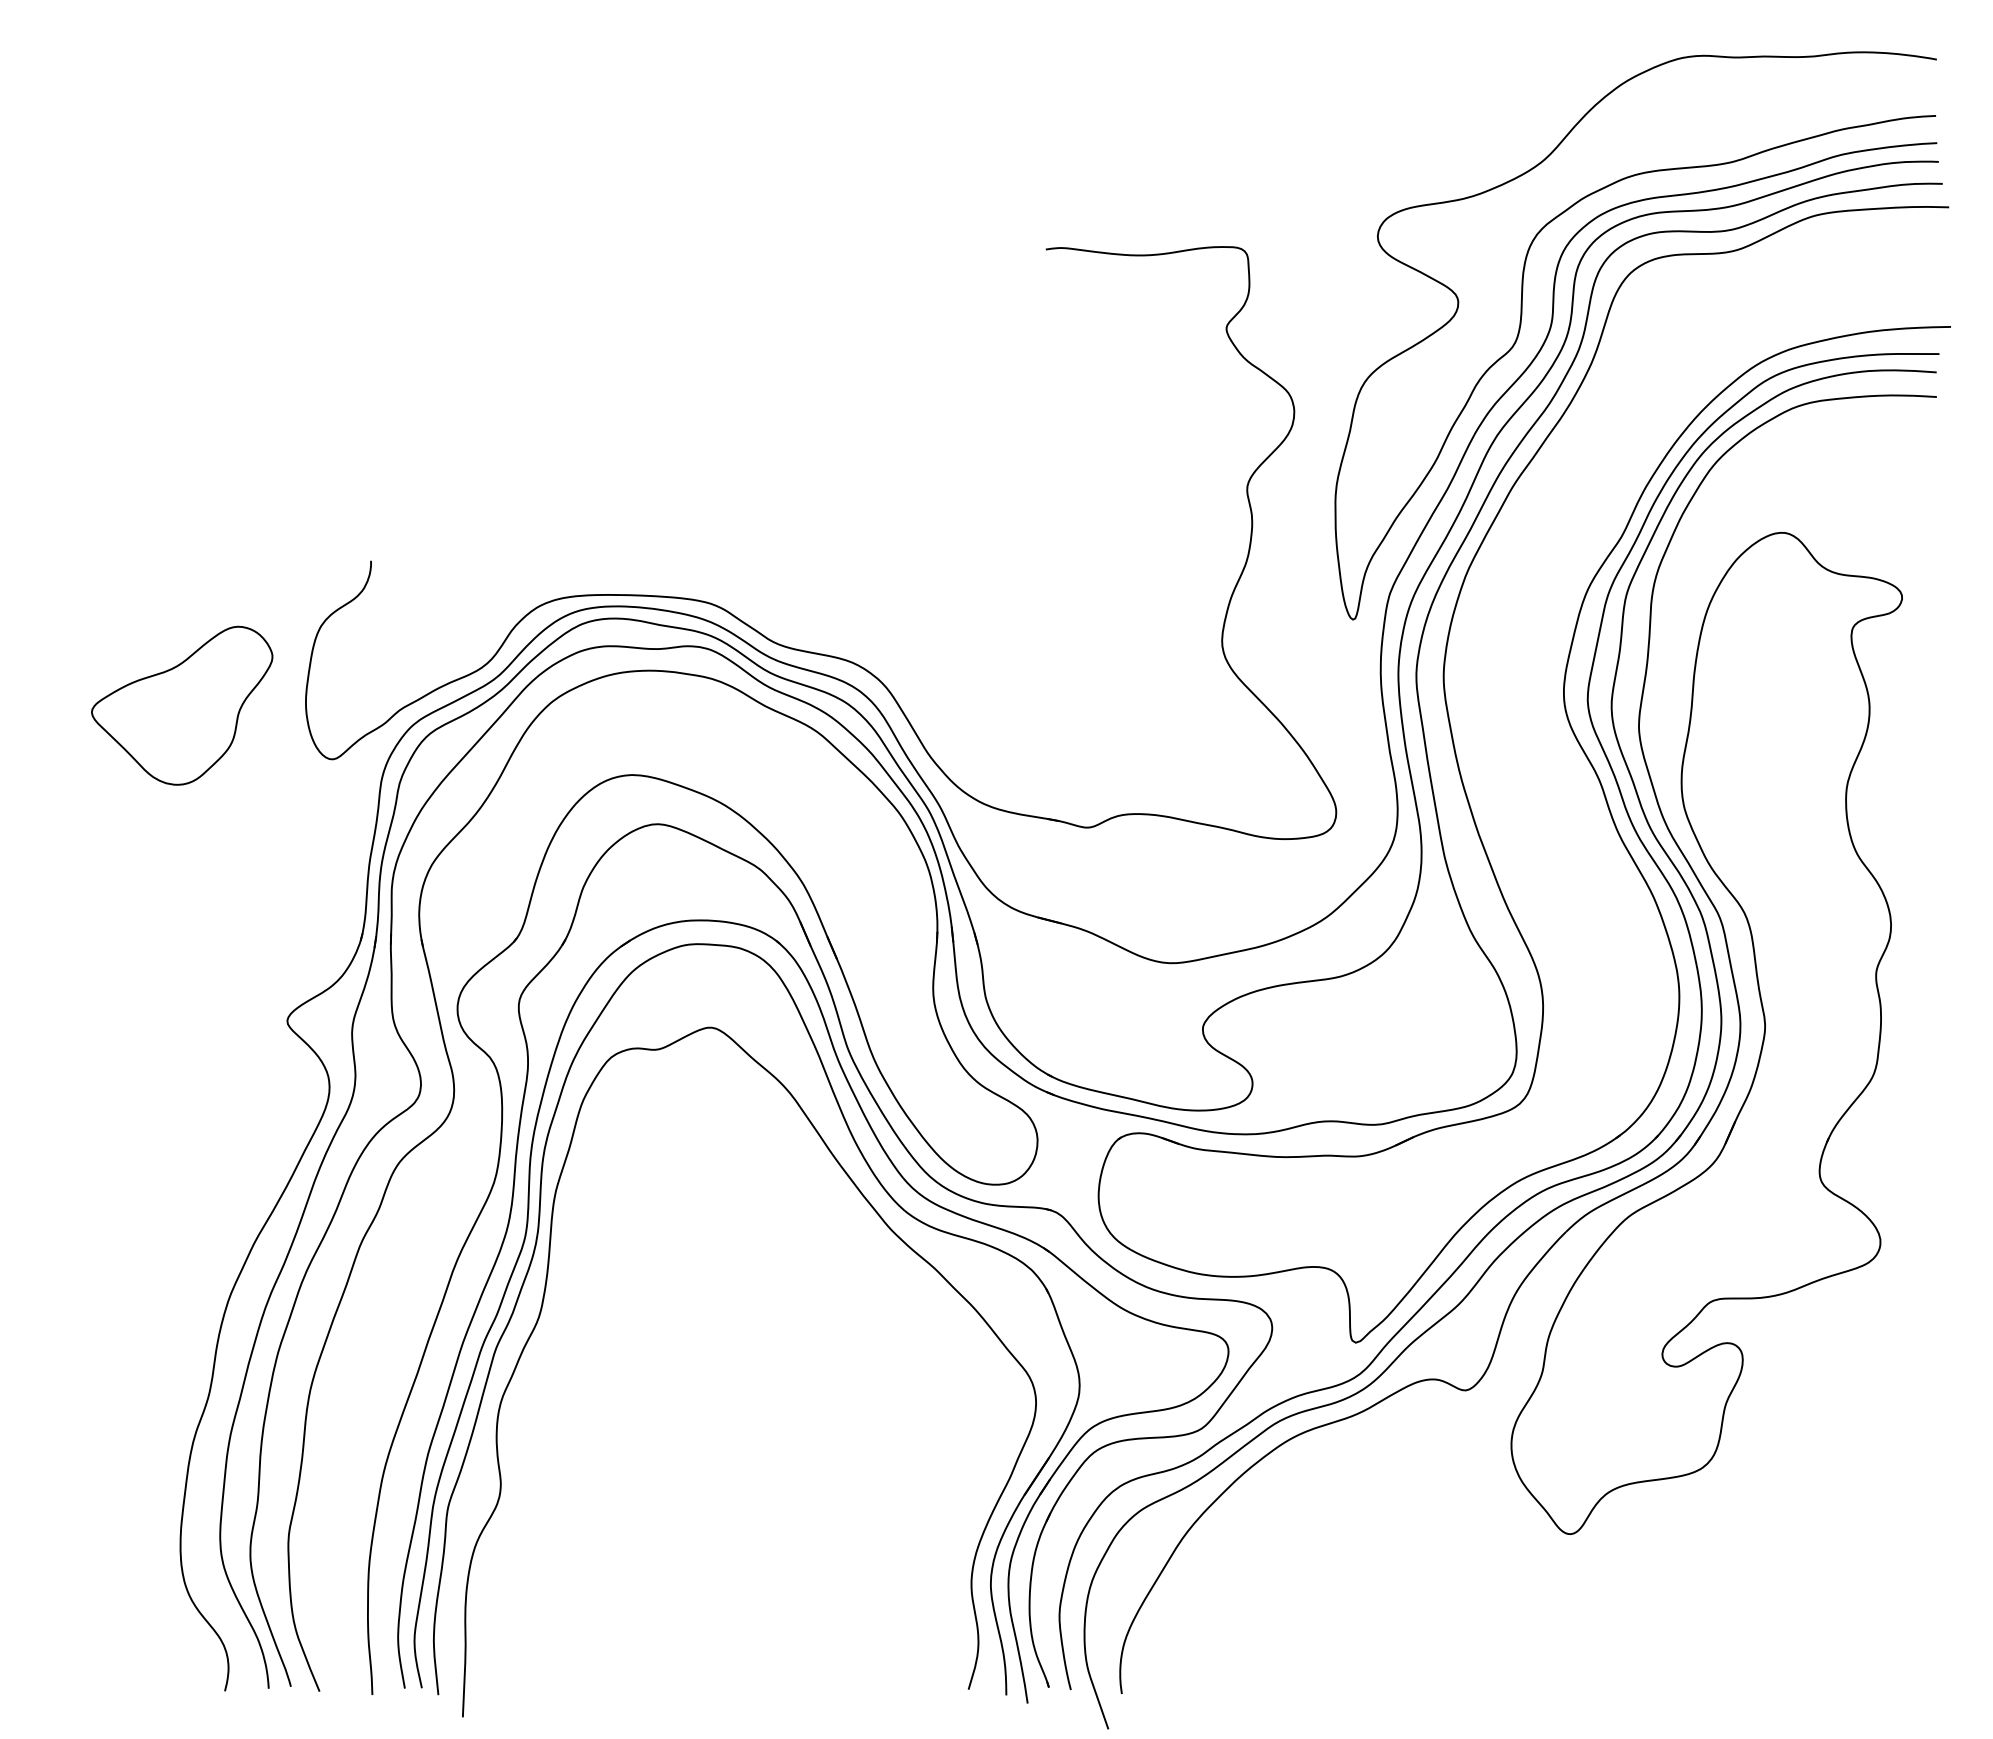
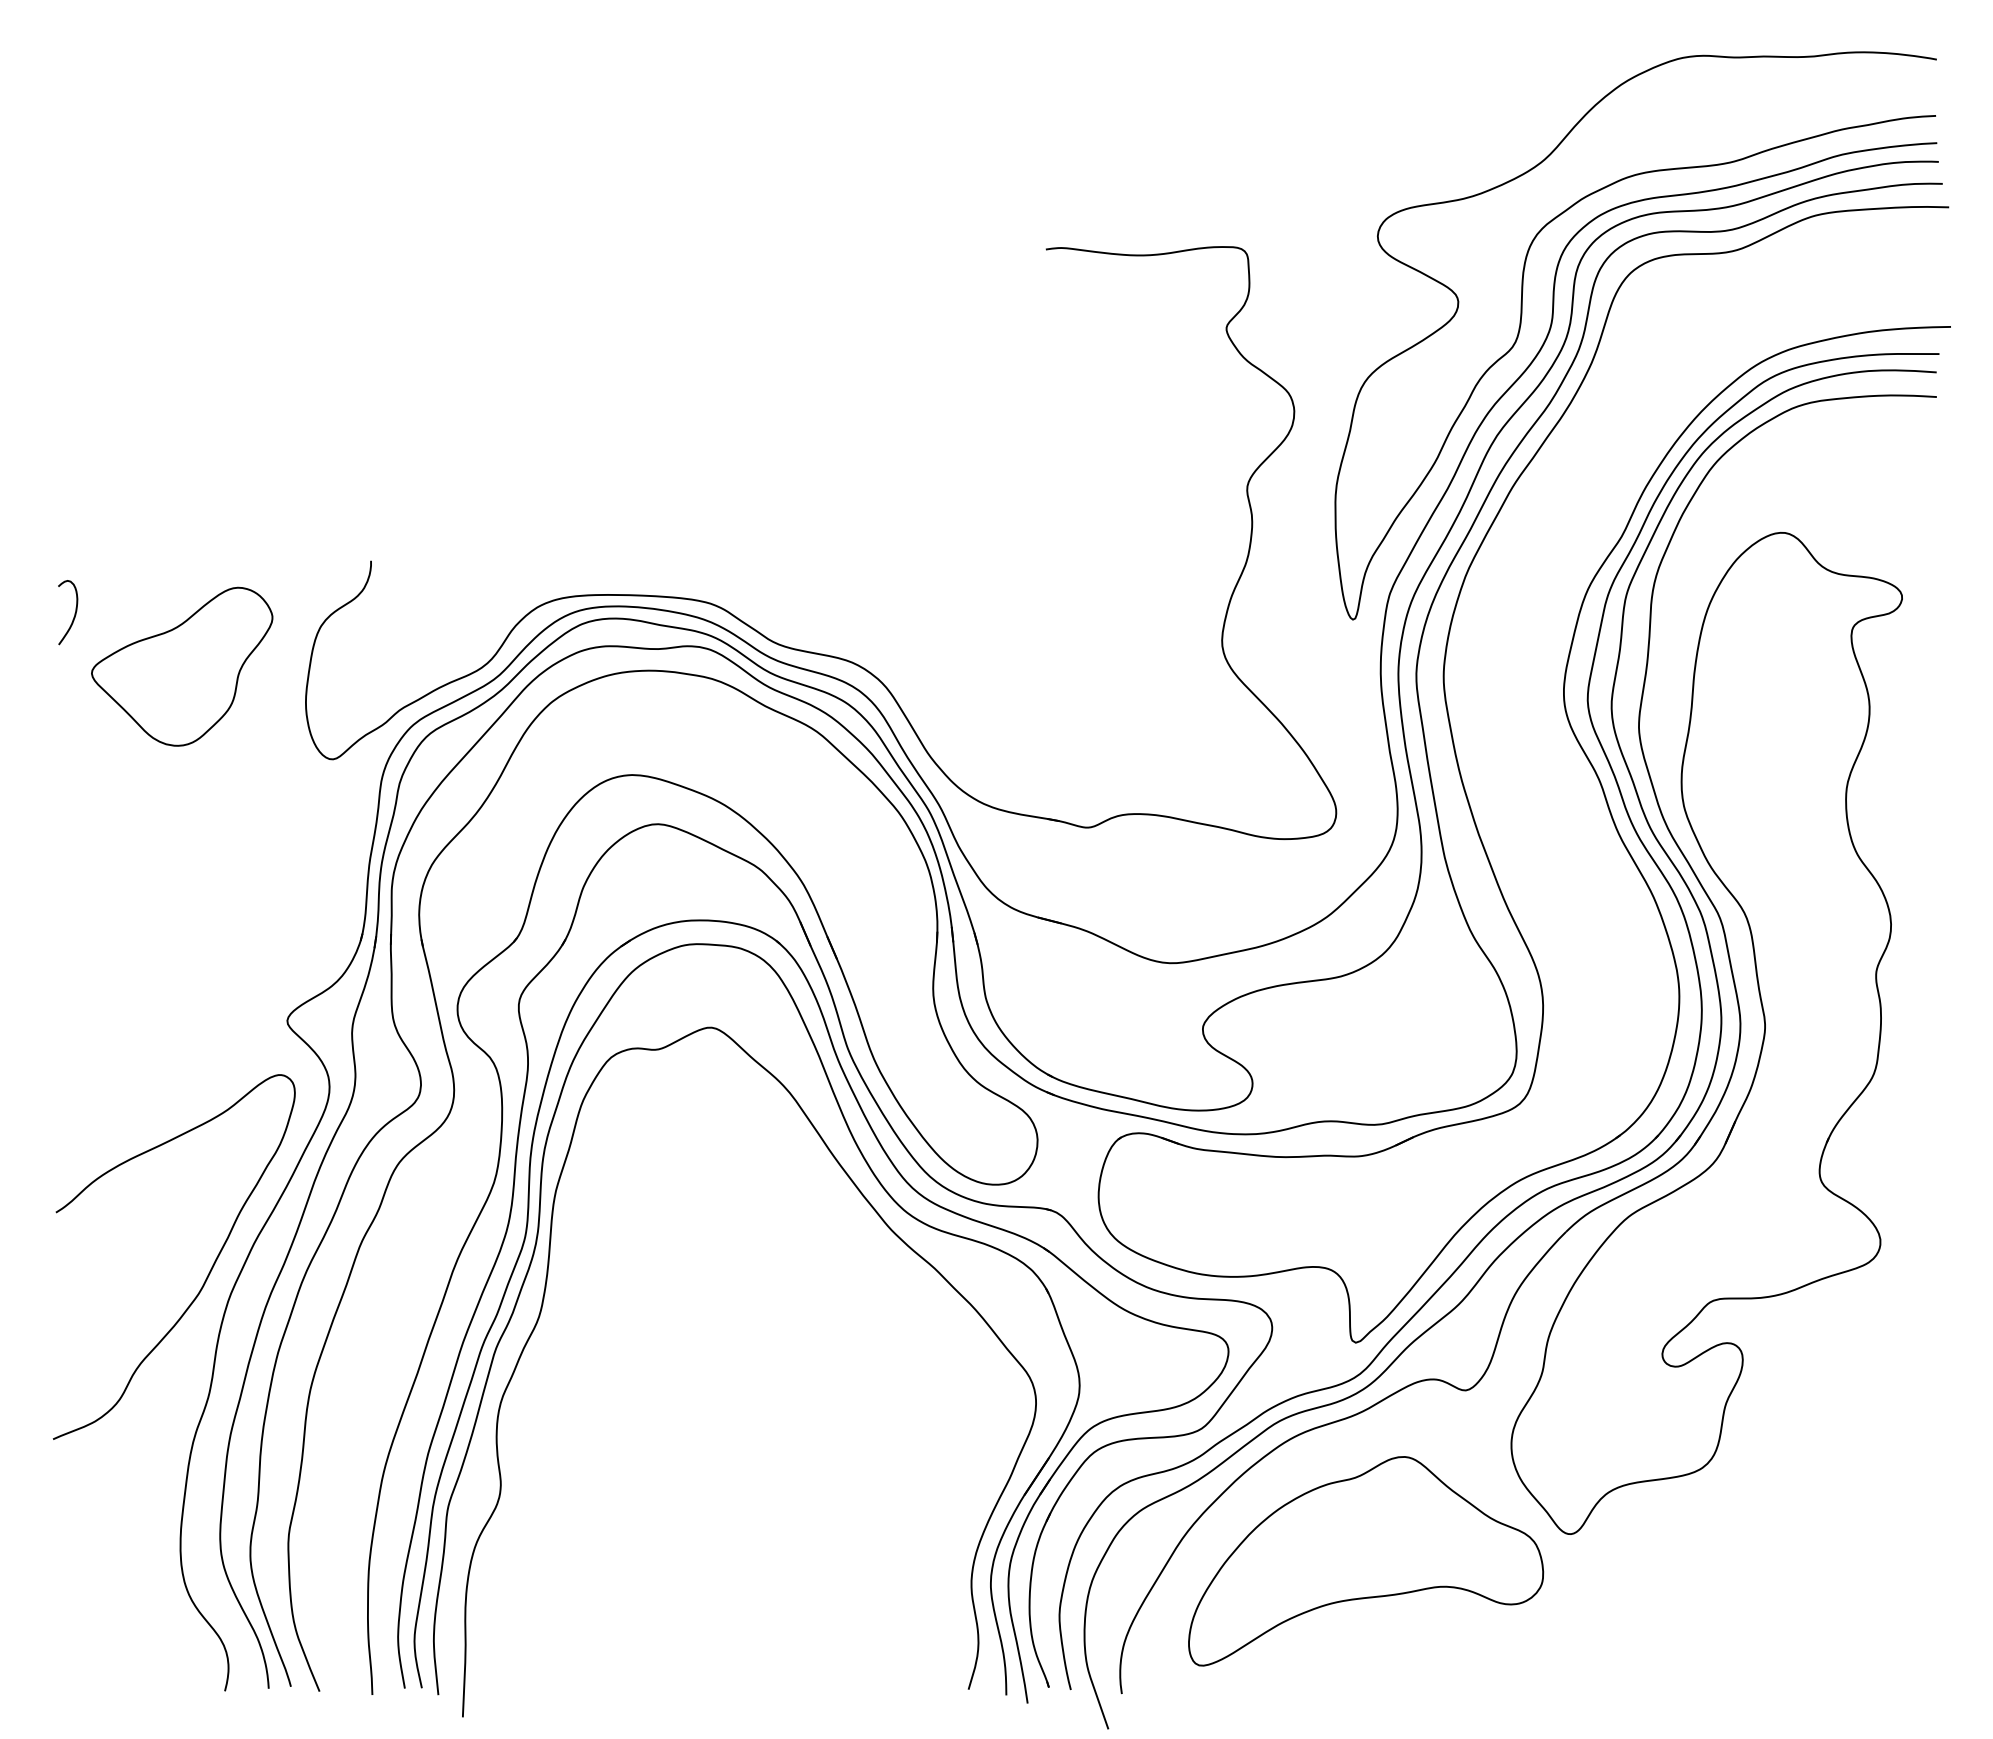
curve at (74, 613): none -> present
part at (182, 705) position: (182, 705) -> (182, 666)
curve at (208, 1273): none -> present
part at (1366, 1561): none -> present
